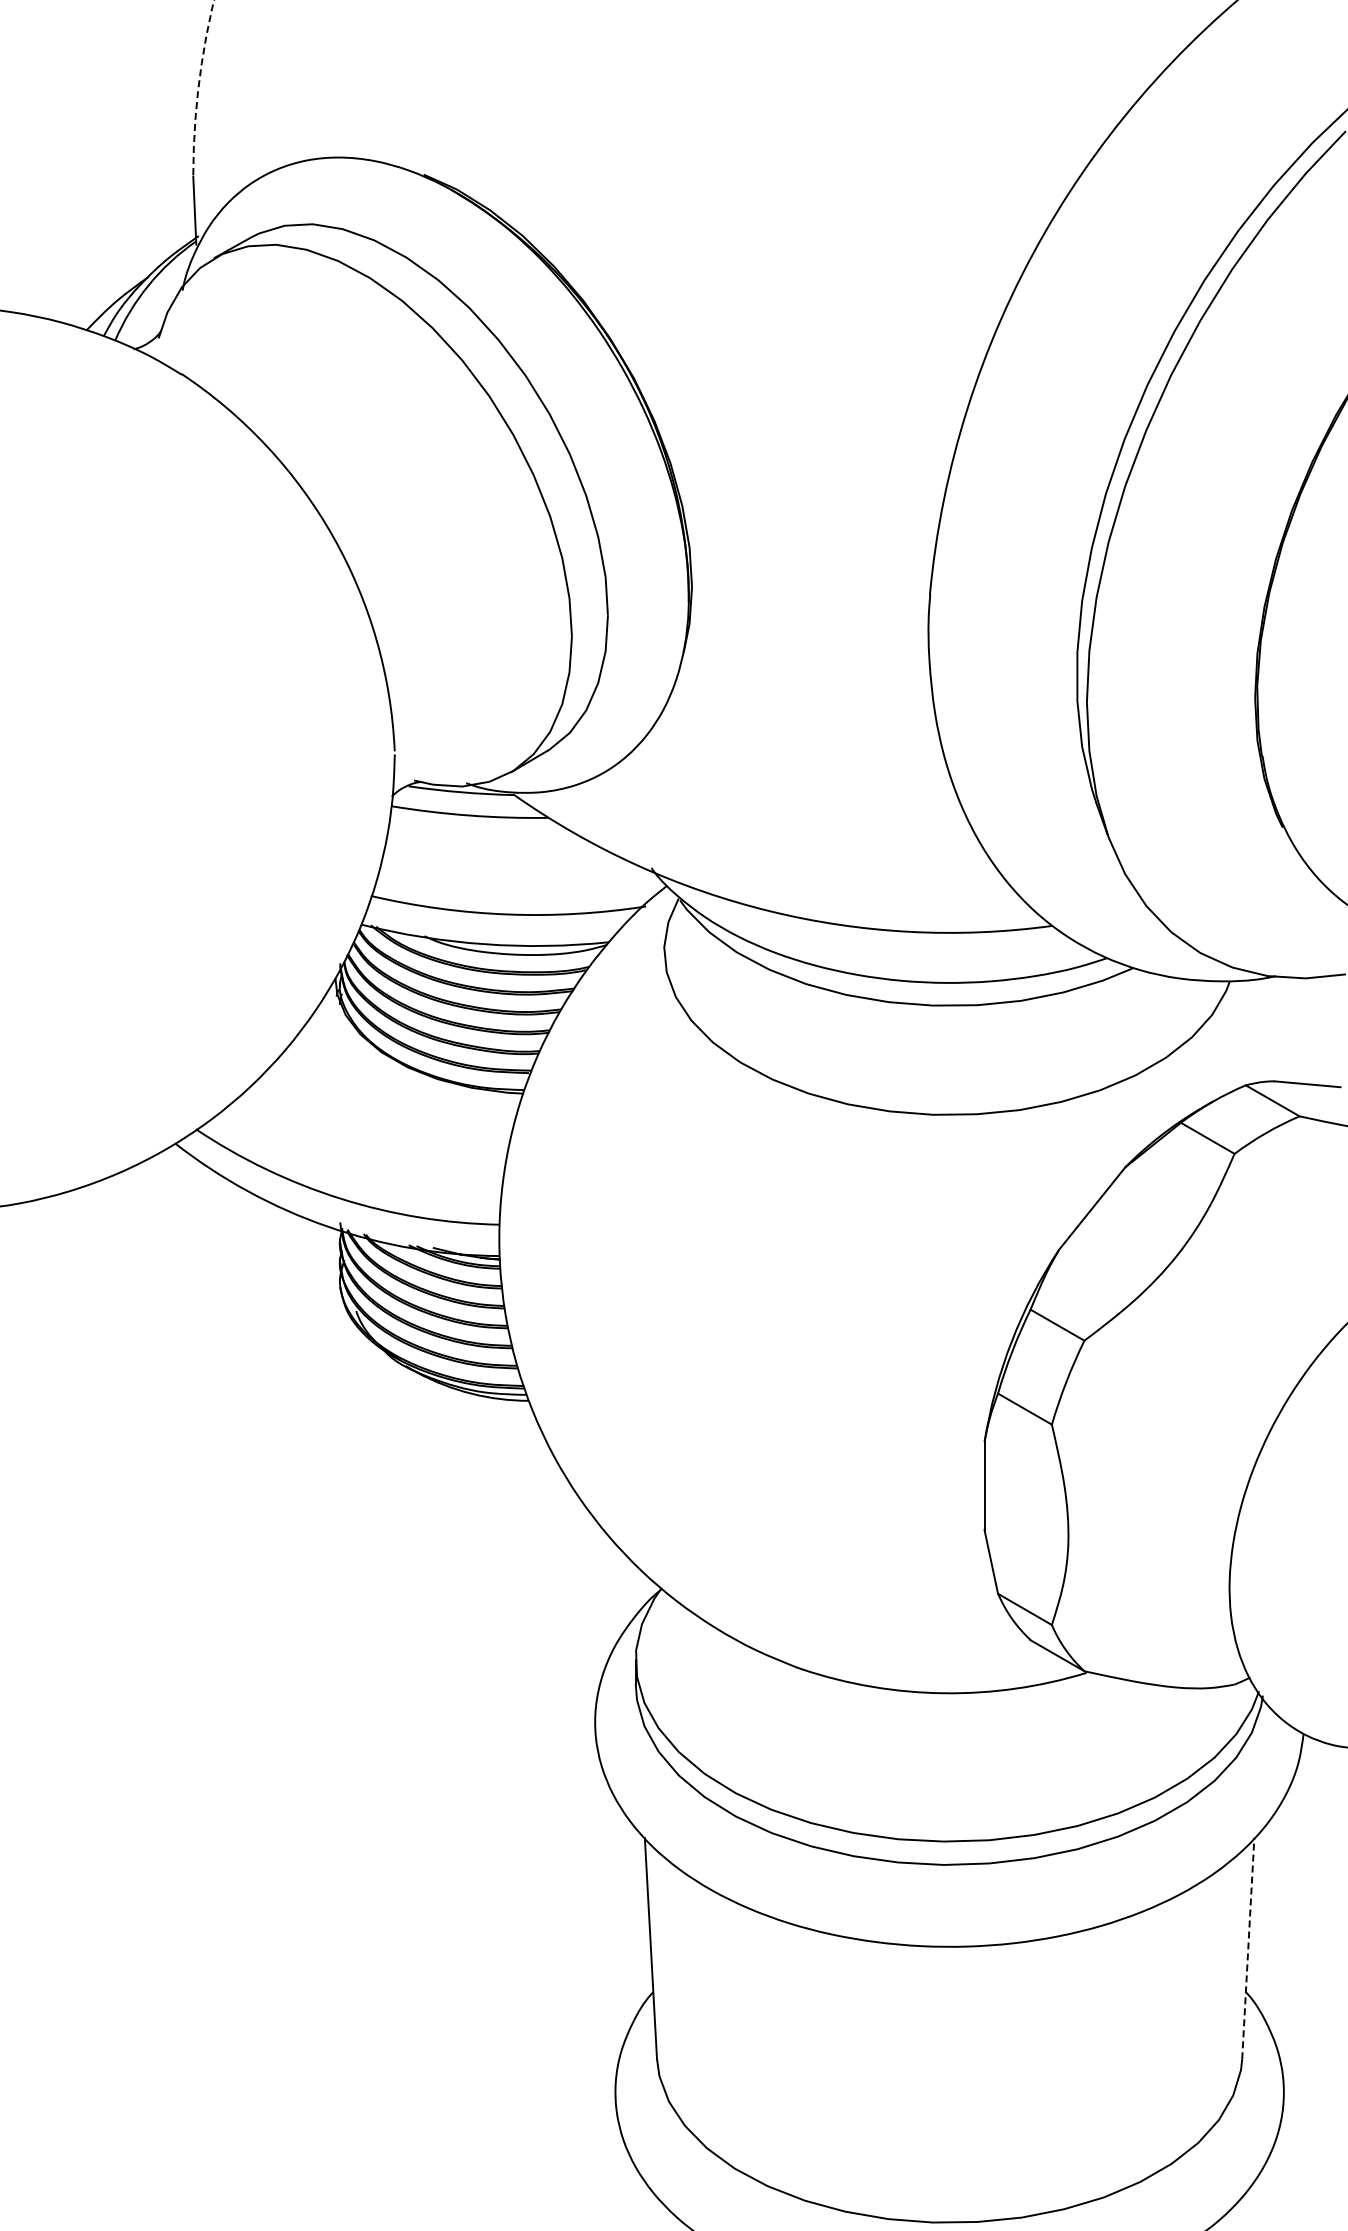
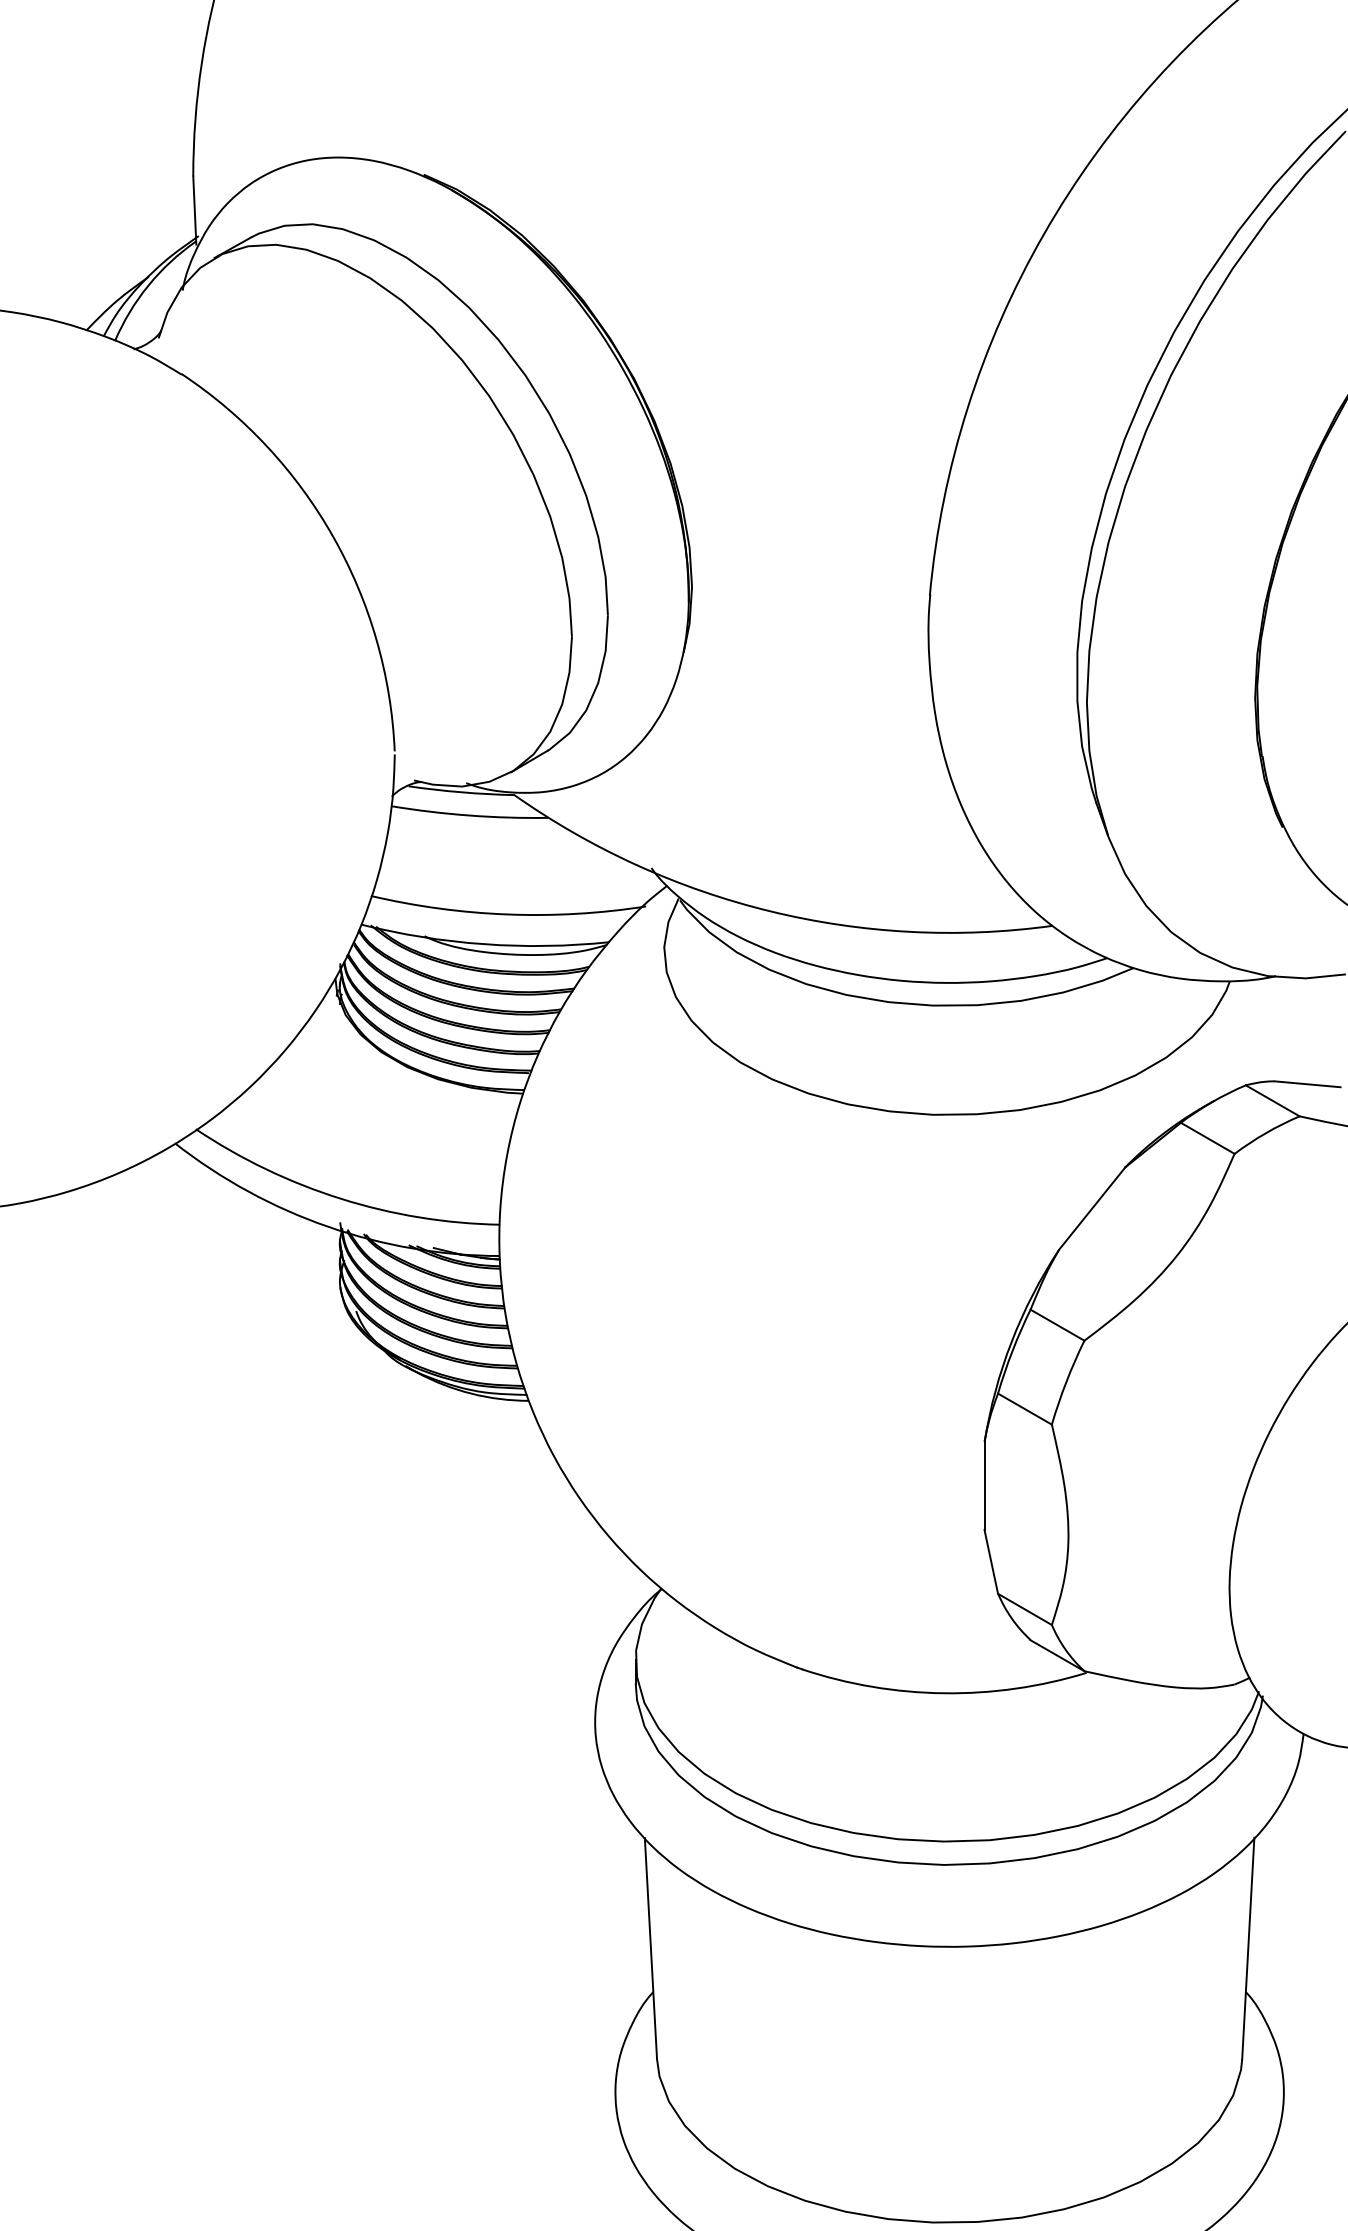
arc at (198, 90): dashed -> solid
line at (1248, 1948): dashed -> solid
